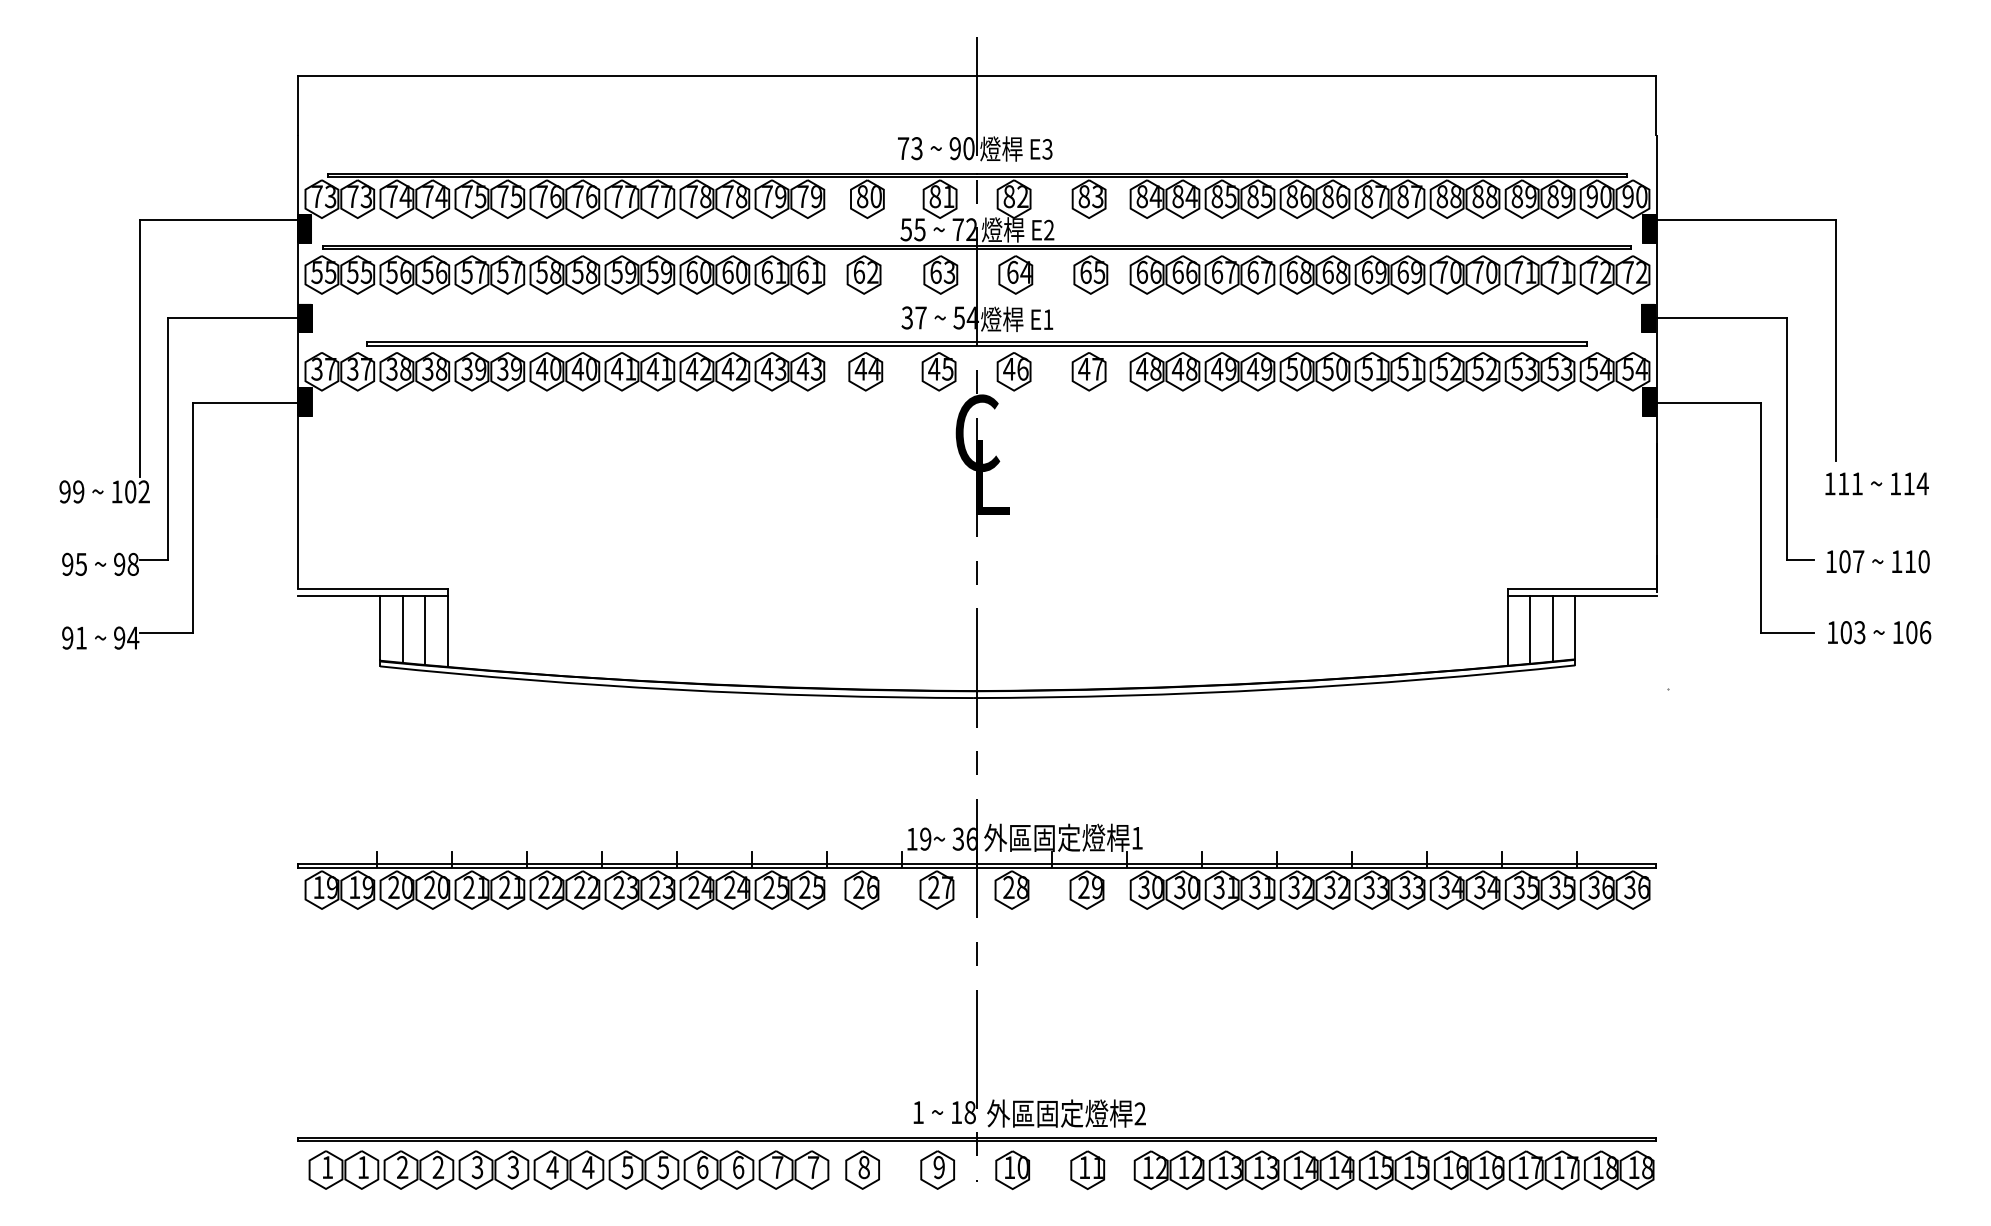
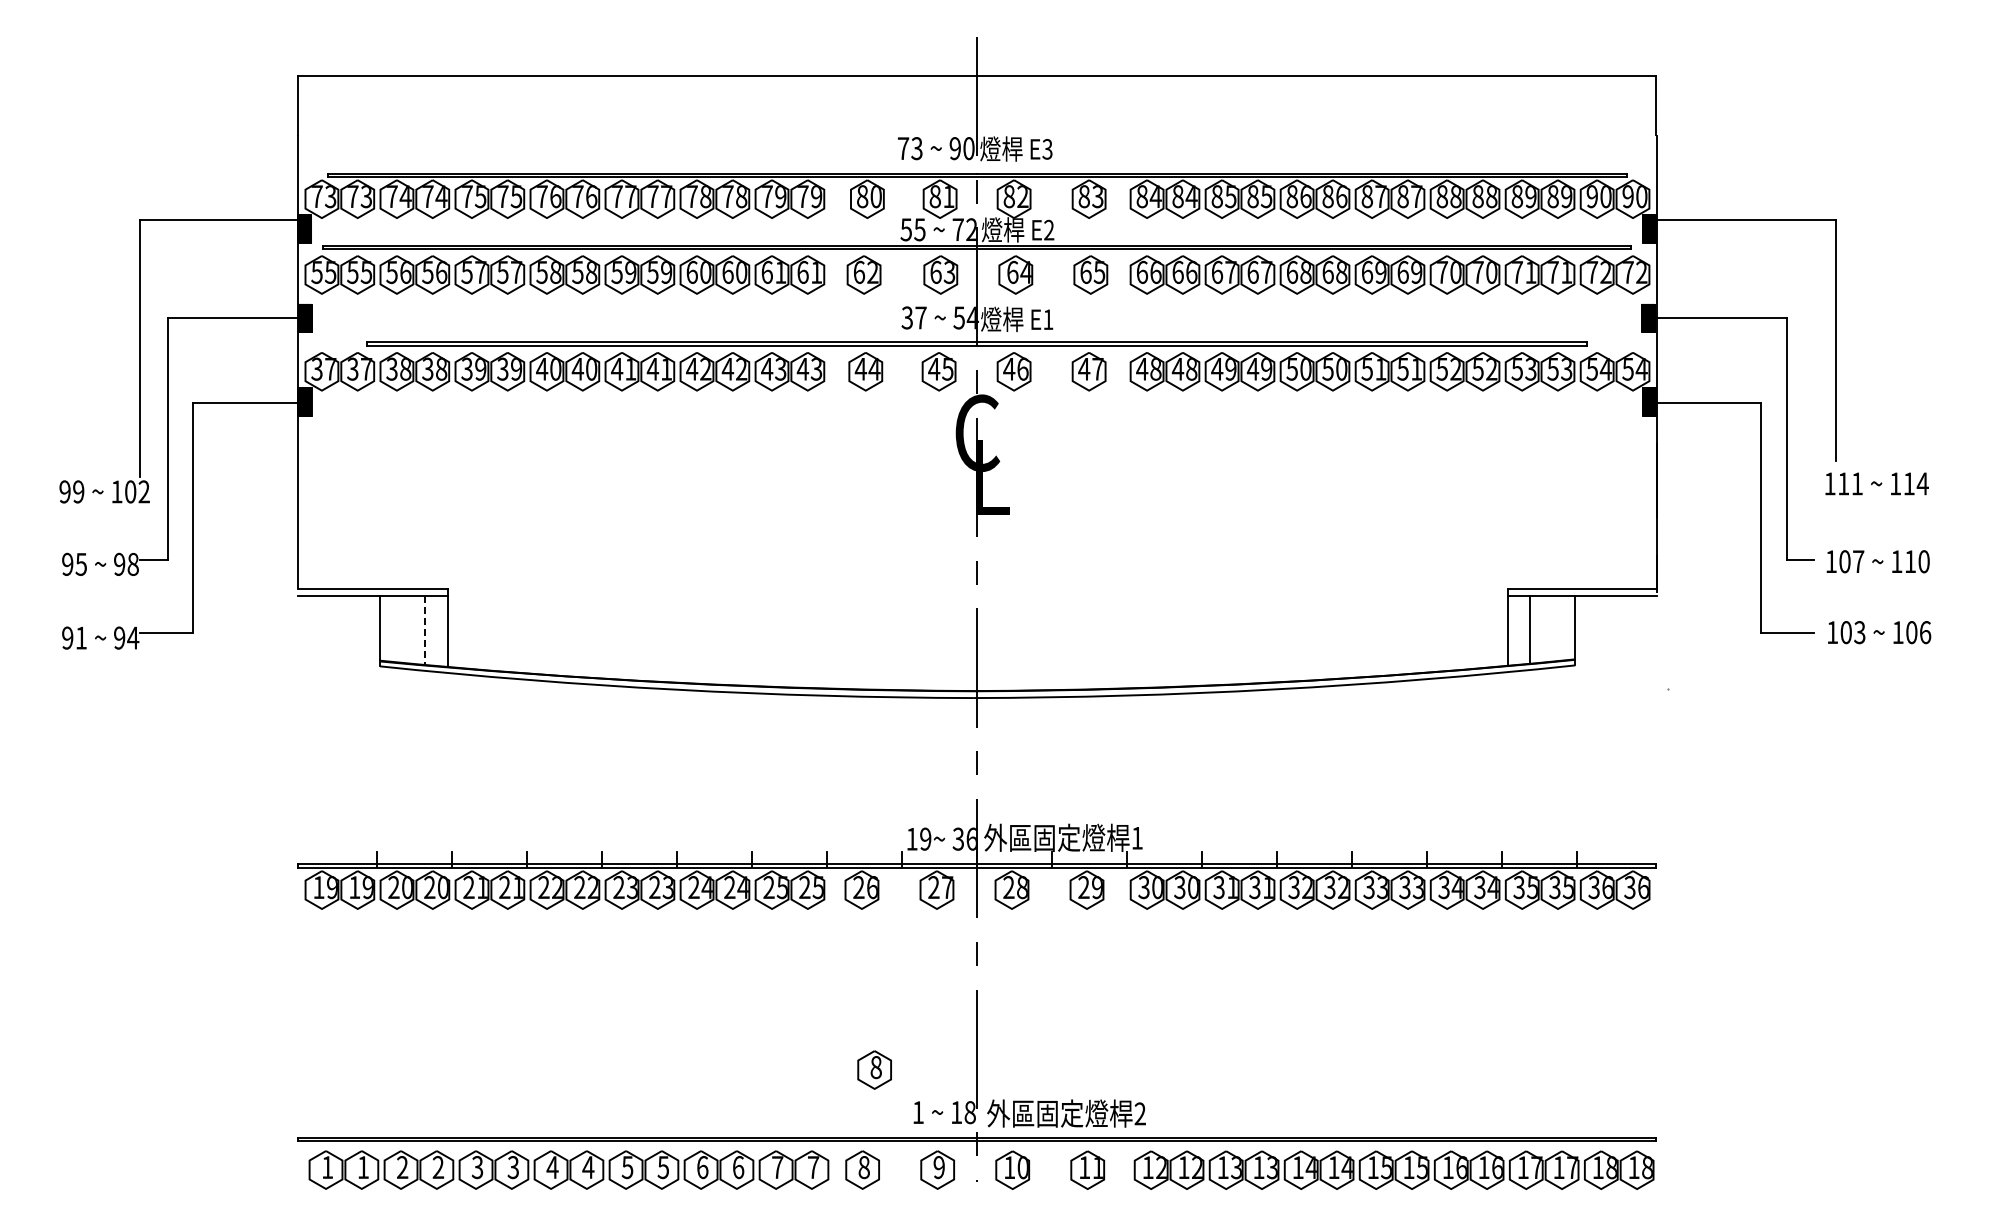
line at (402, 628): present -> none
line at (1552, 628): present -> none
line at (425, 630): solid -> dashed
part at (874, 1069): none -> present
